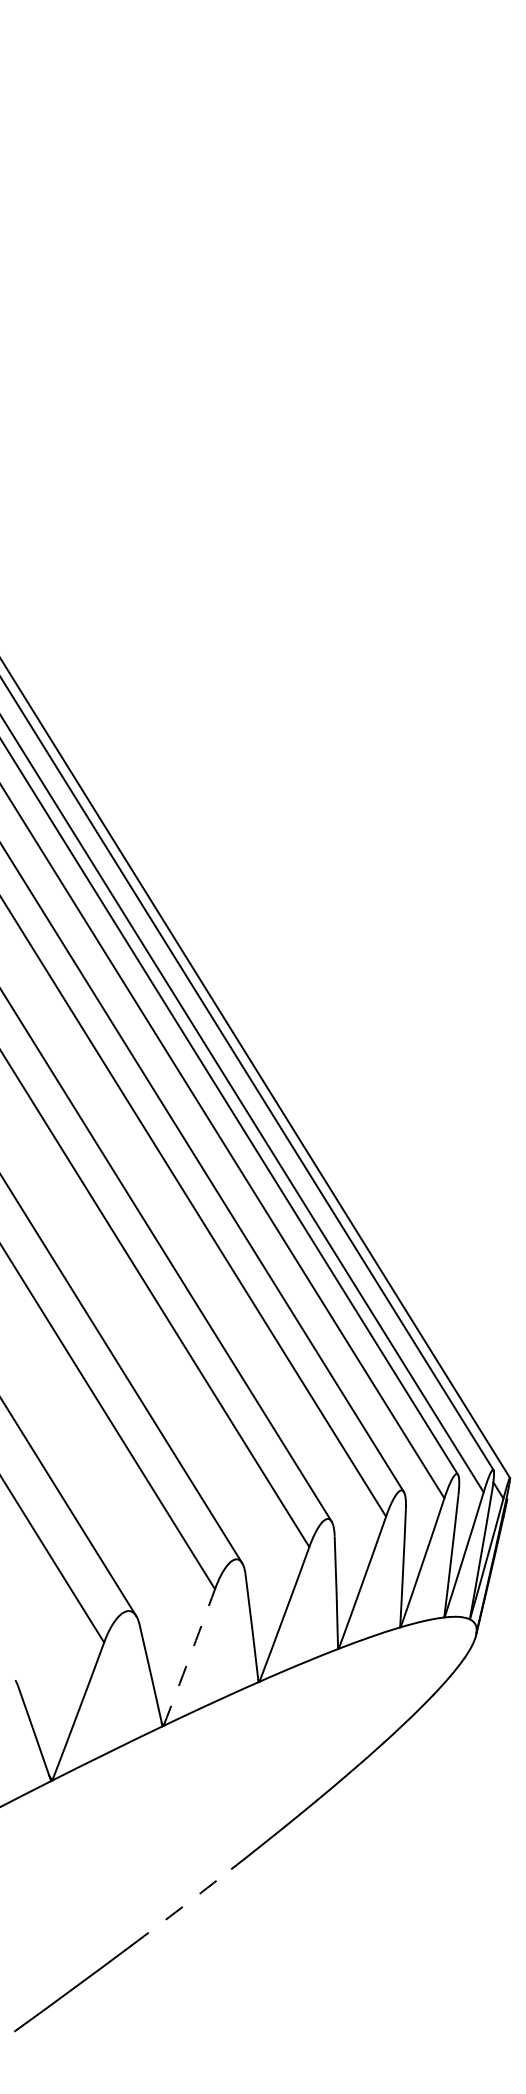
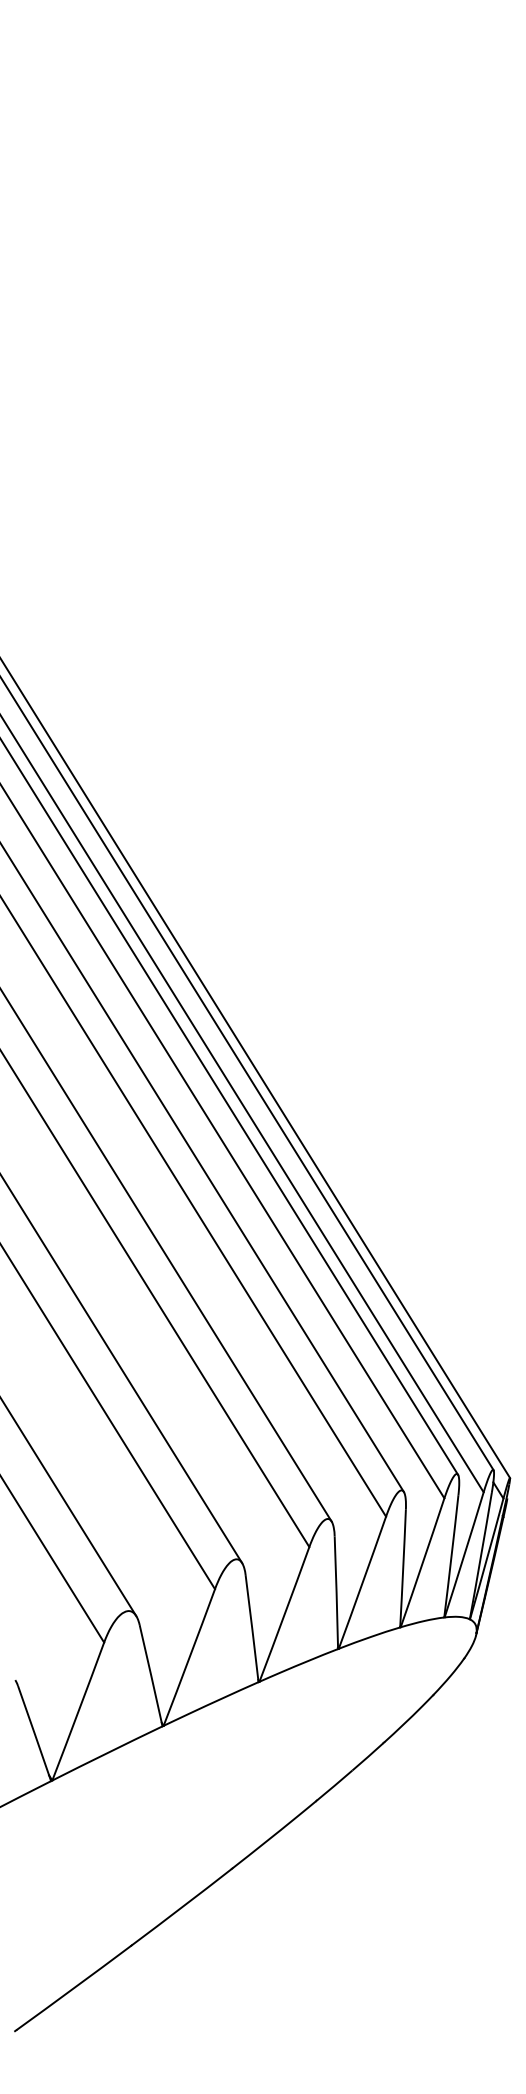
arc at (189, 1657): dashed -> solid
arc at (182, 1907): dashed -> solid
